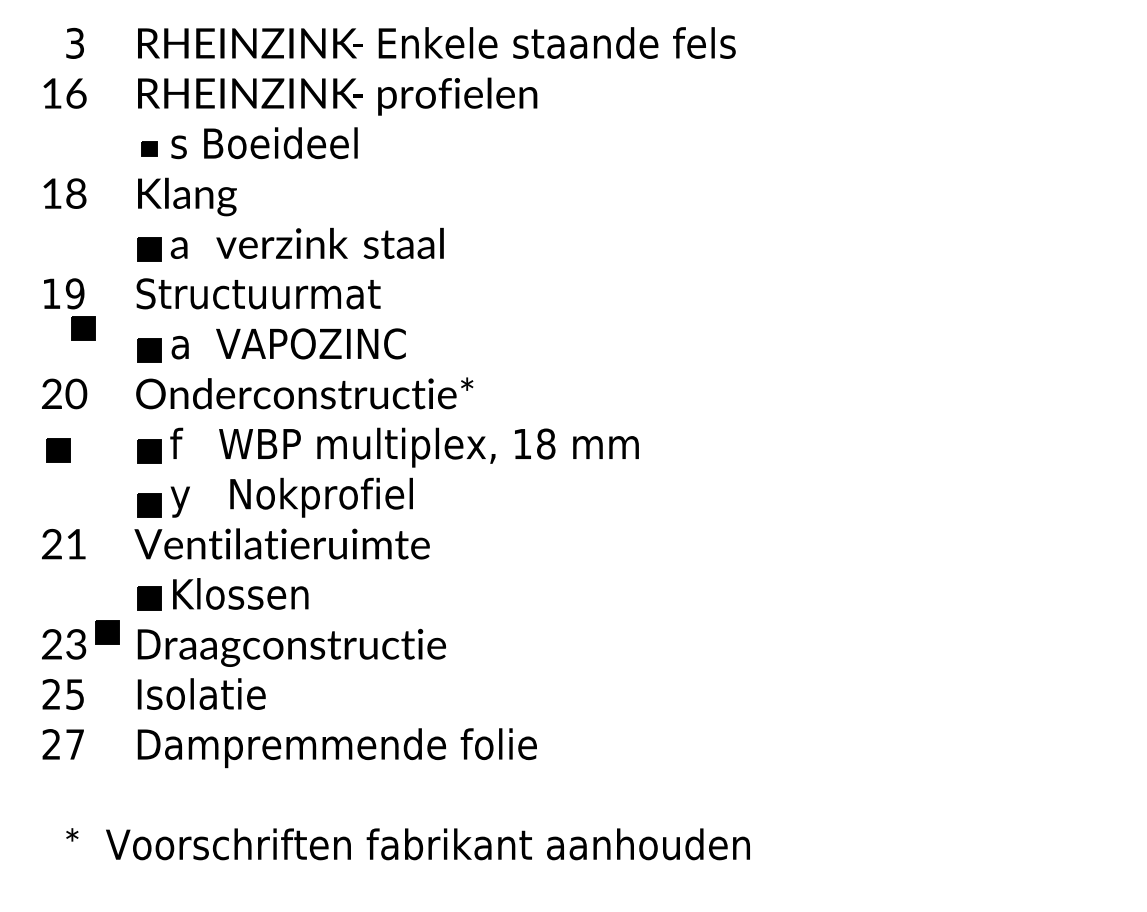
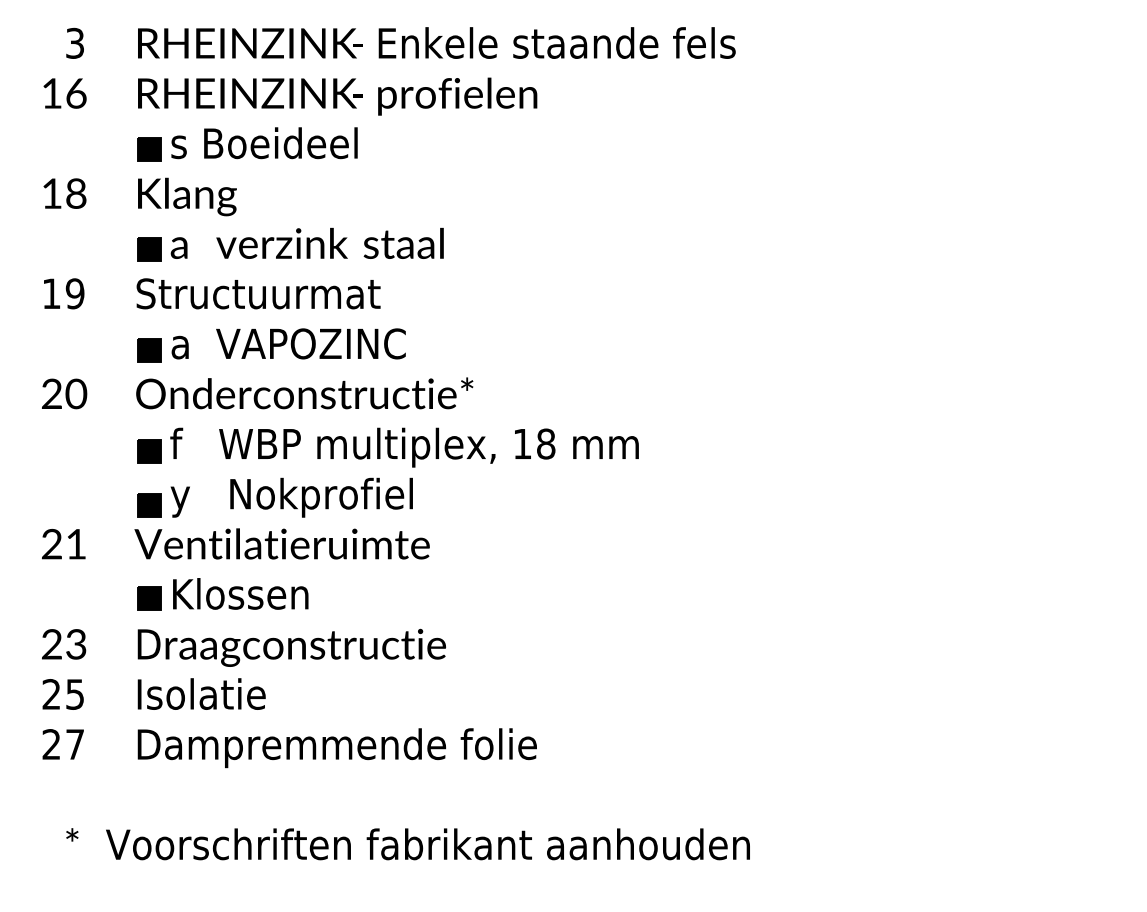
part at (149, 148) size: 17x16 px -> 25x25 px
part at (83, 328): present -> none
part at (58, 450): present -> none
part at (107, 632): present -> none
